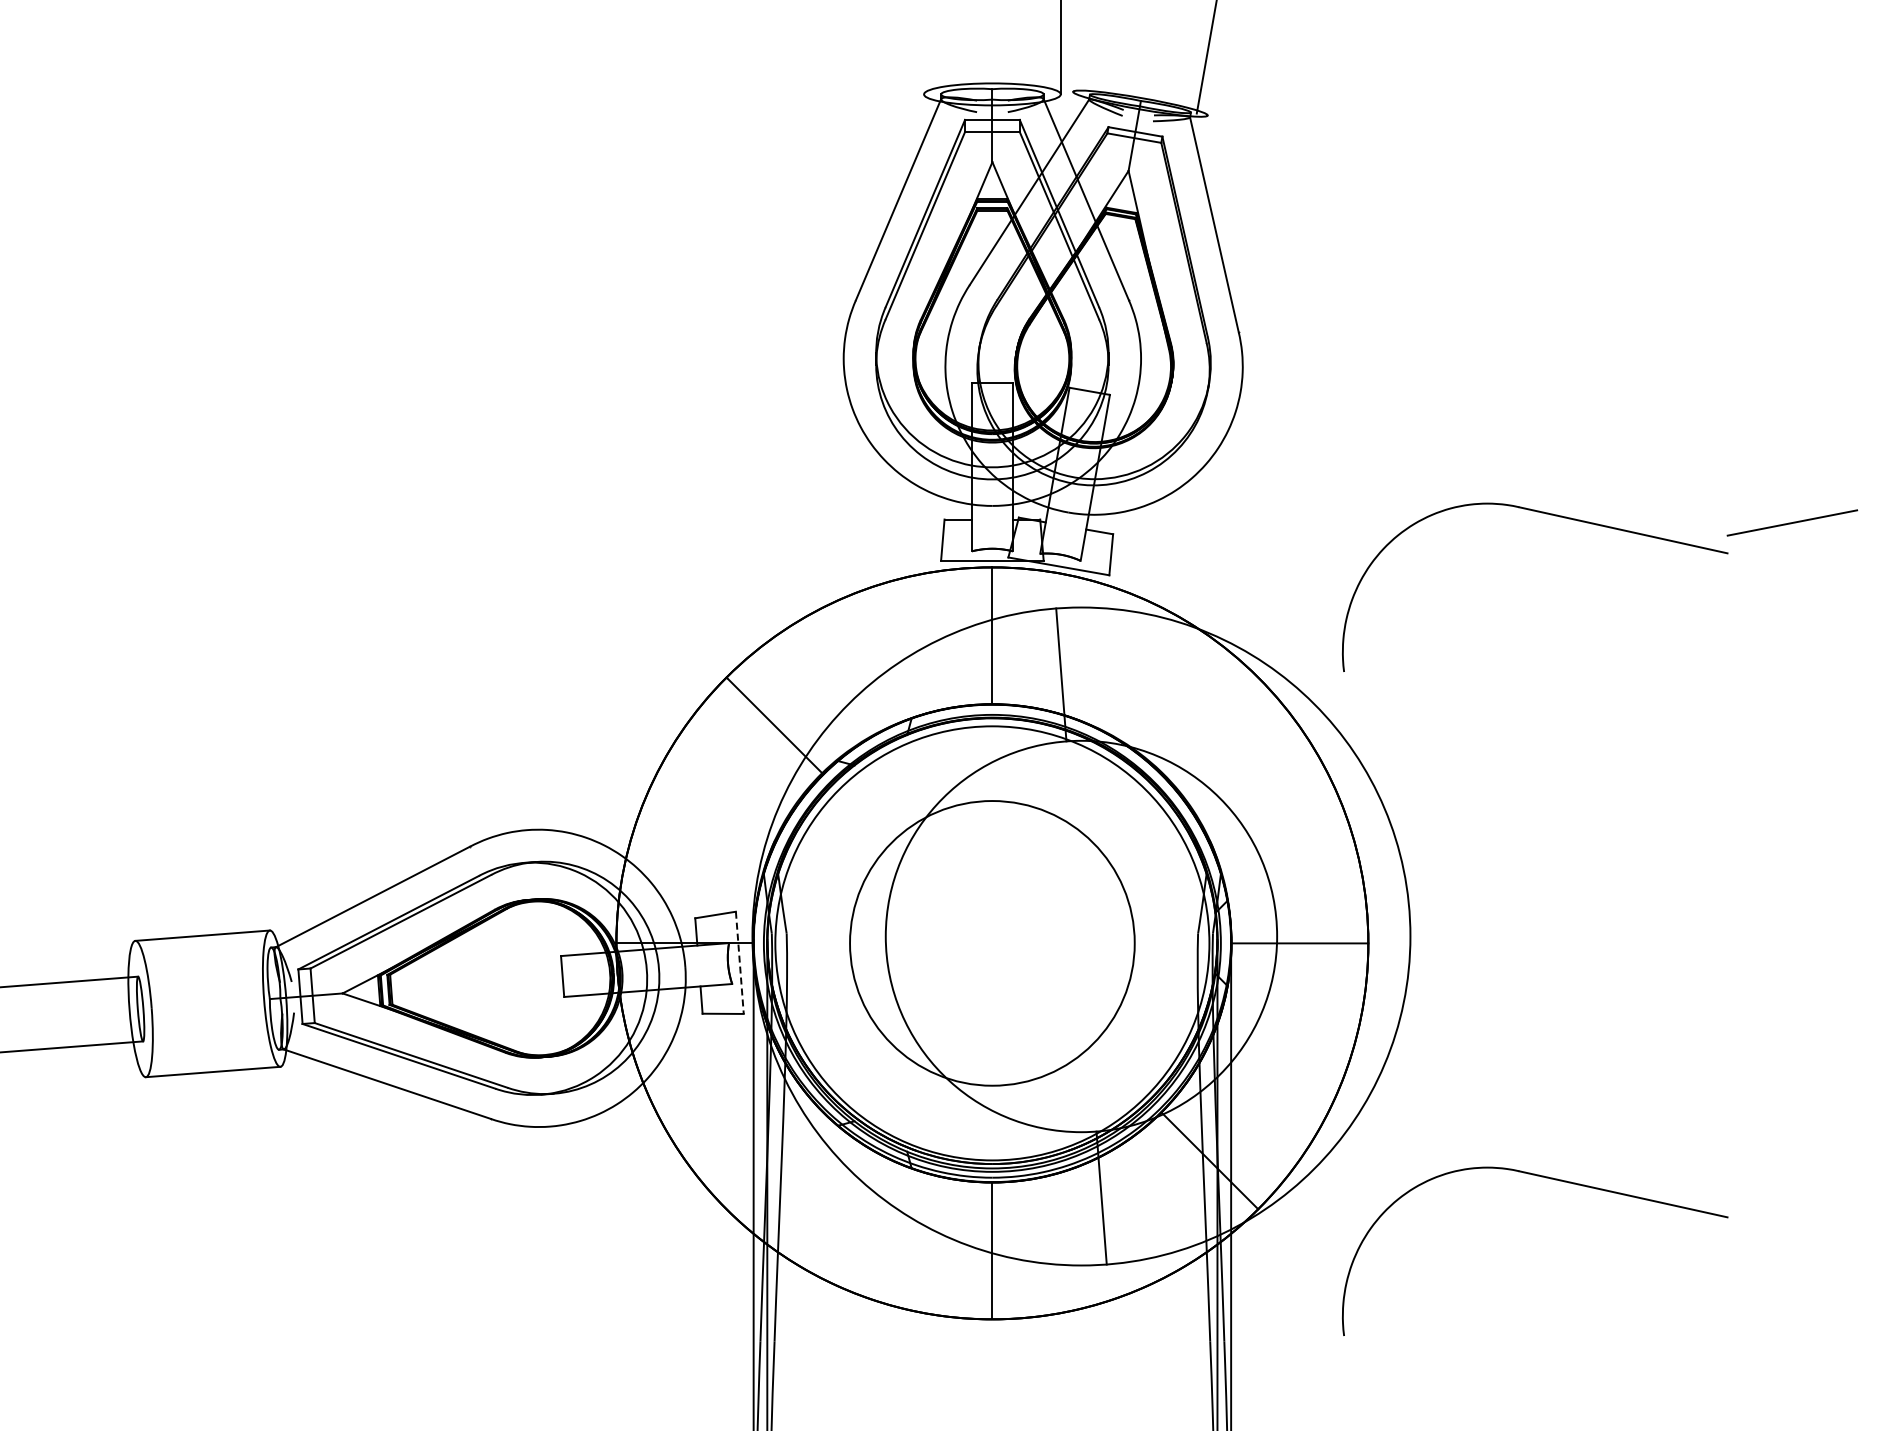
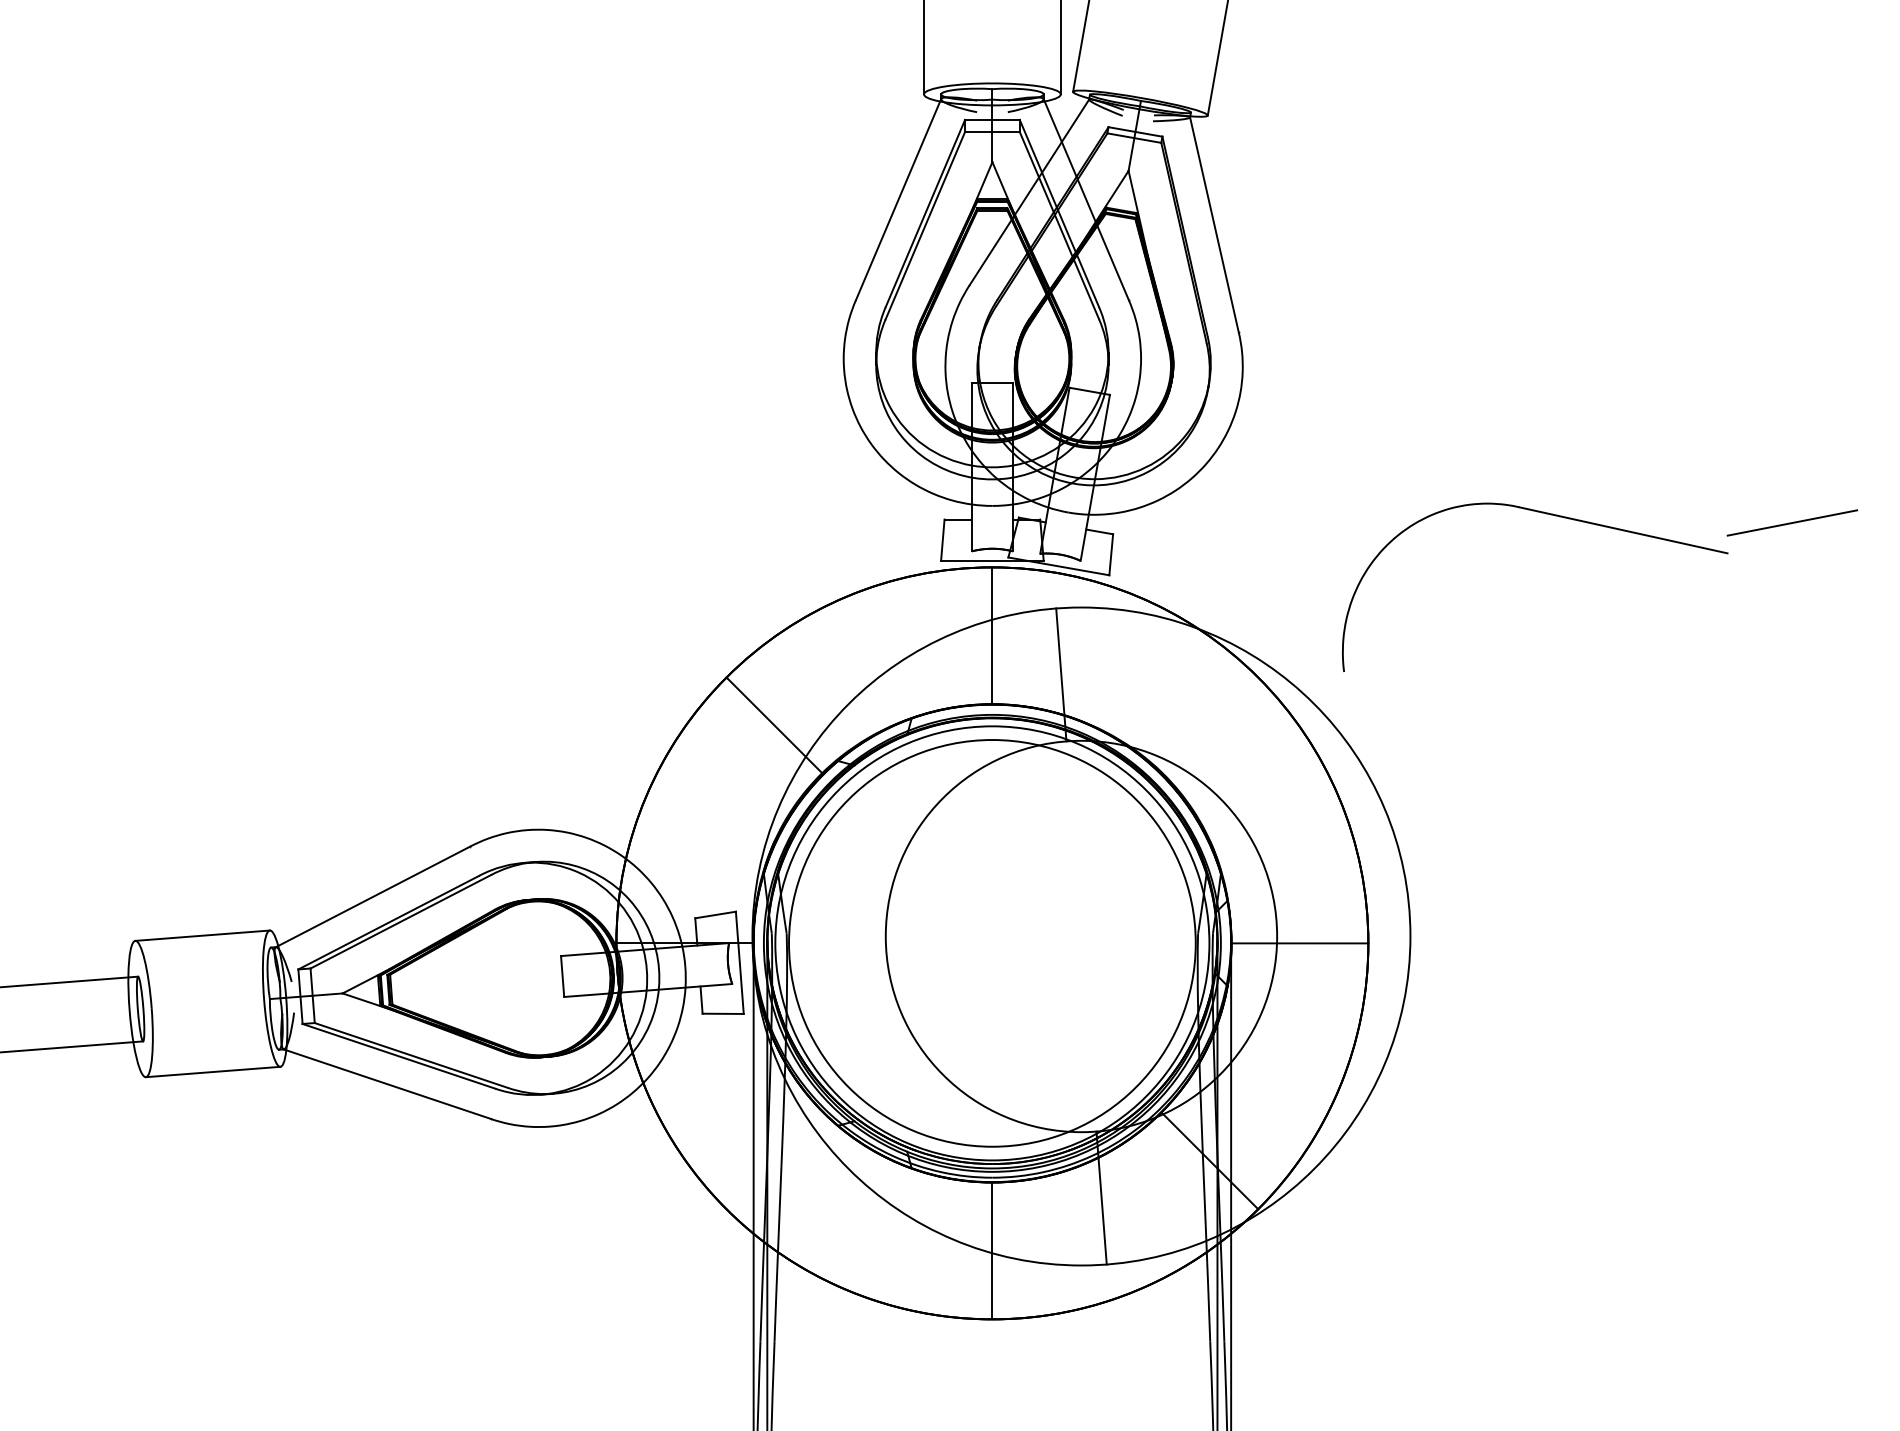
line at (1080, 46): none -> present
line at (924, 48): none -> present
line at (1206, 57) position: (1206, 57) -> (1217, 58)
circle at (992, 943) diameter: 285 px -> 407 px
line at (739, 963): dashed -> solid
part at (1550, 1179): present -> none
